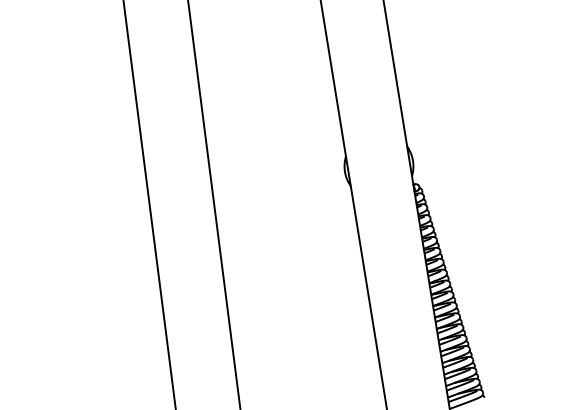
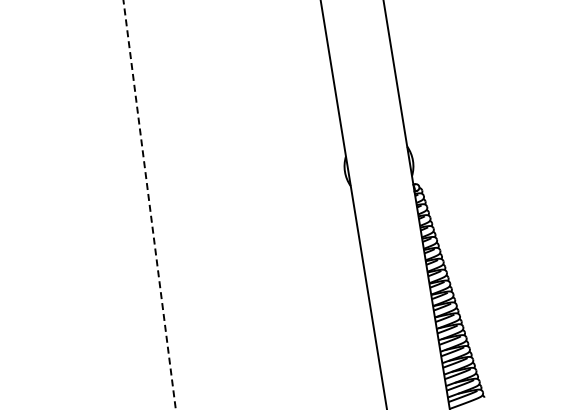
line at (214, 204): present -> none
line at (149, 205): solid -> dashed
